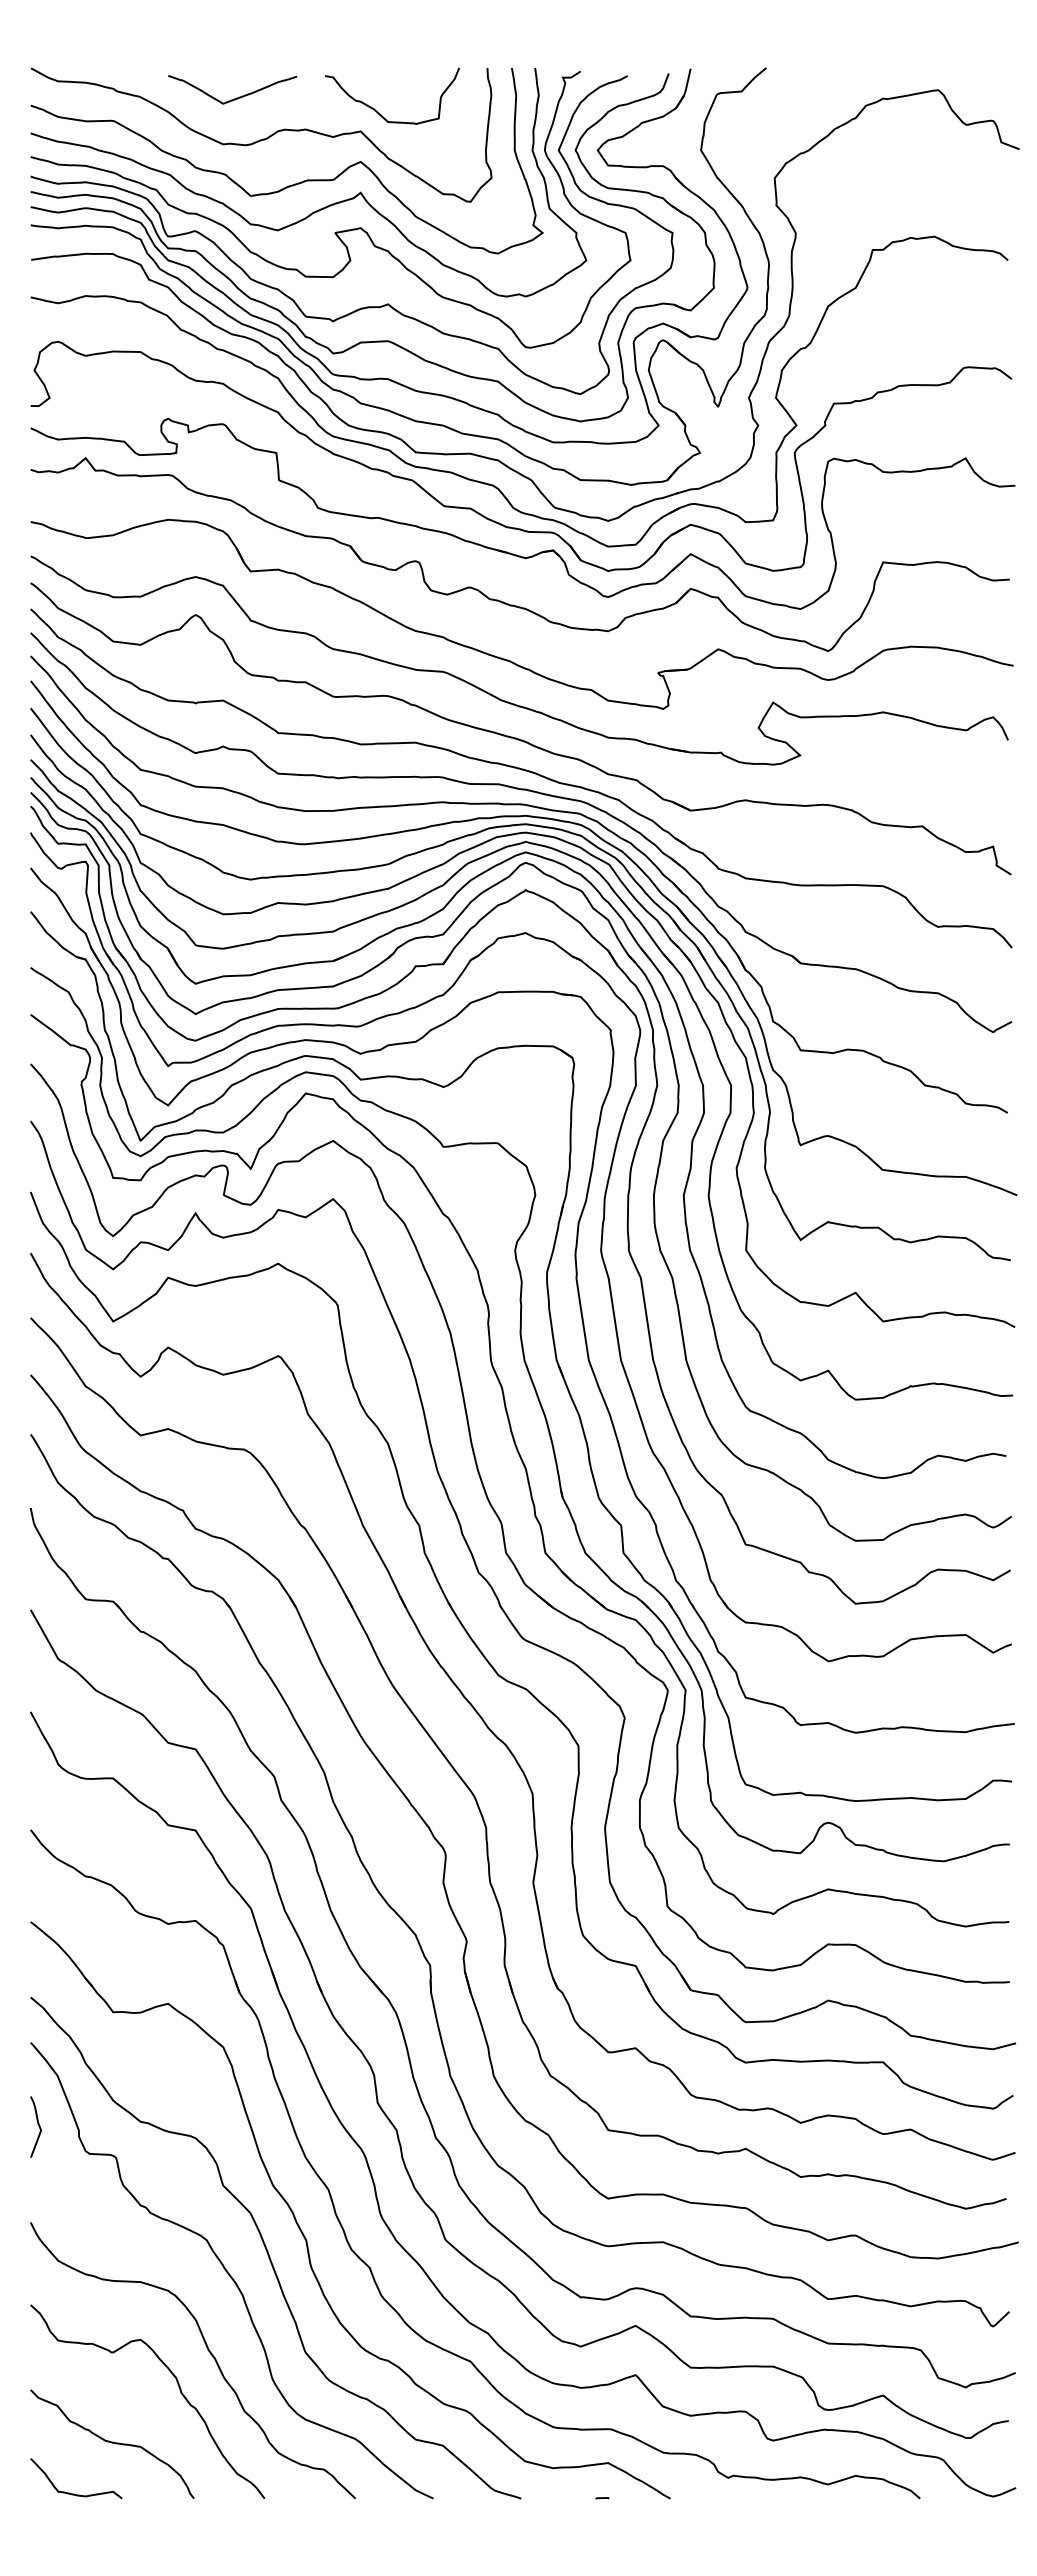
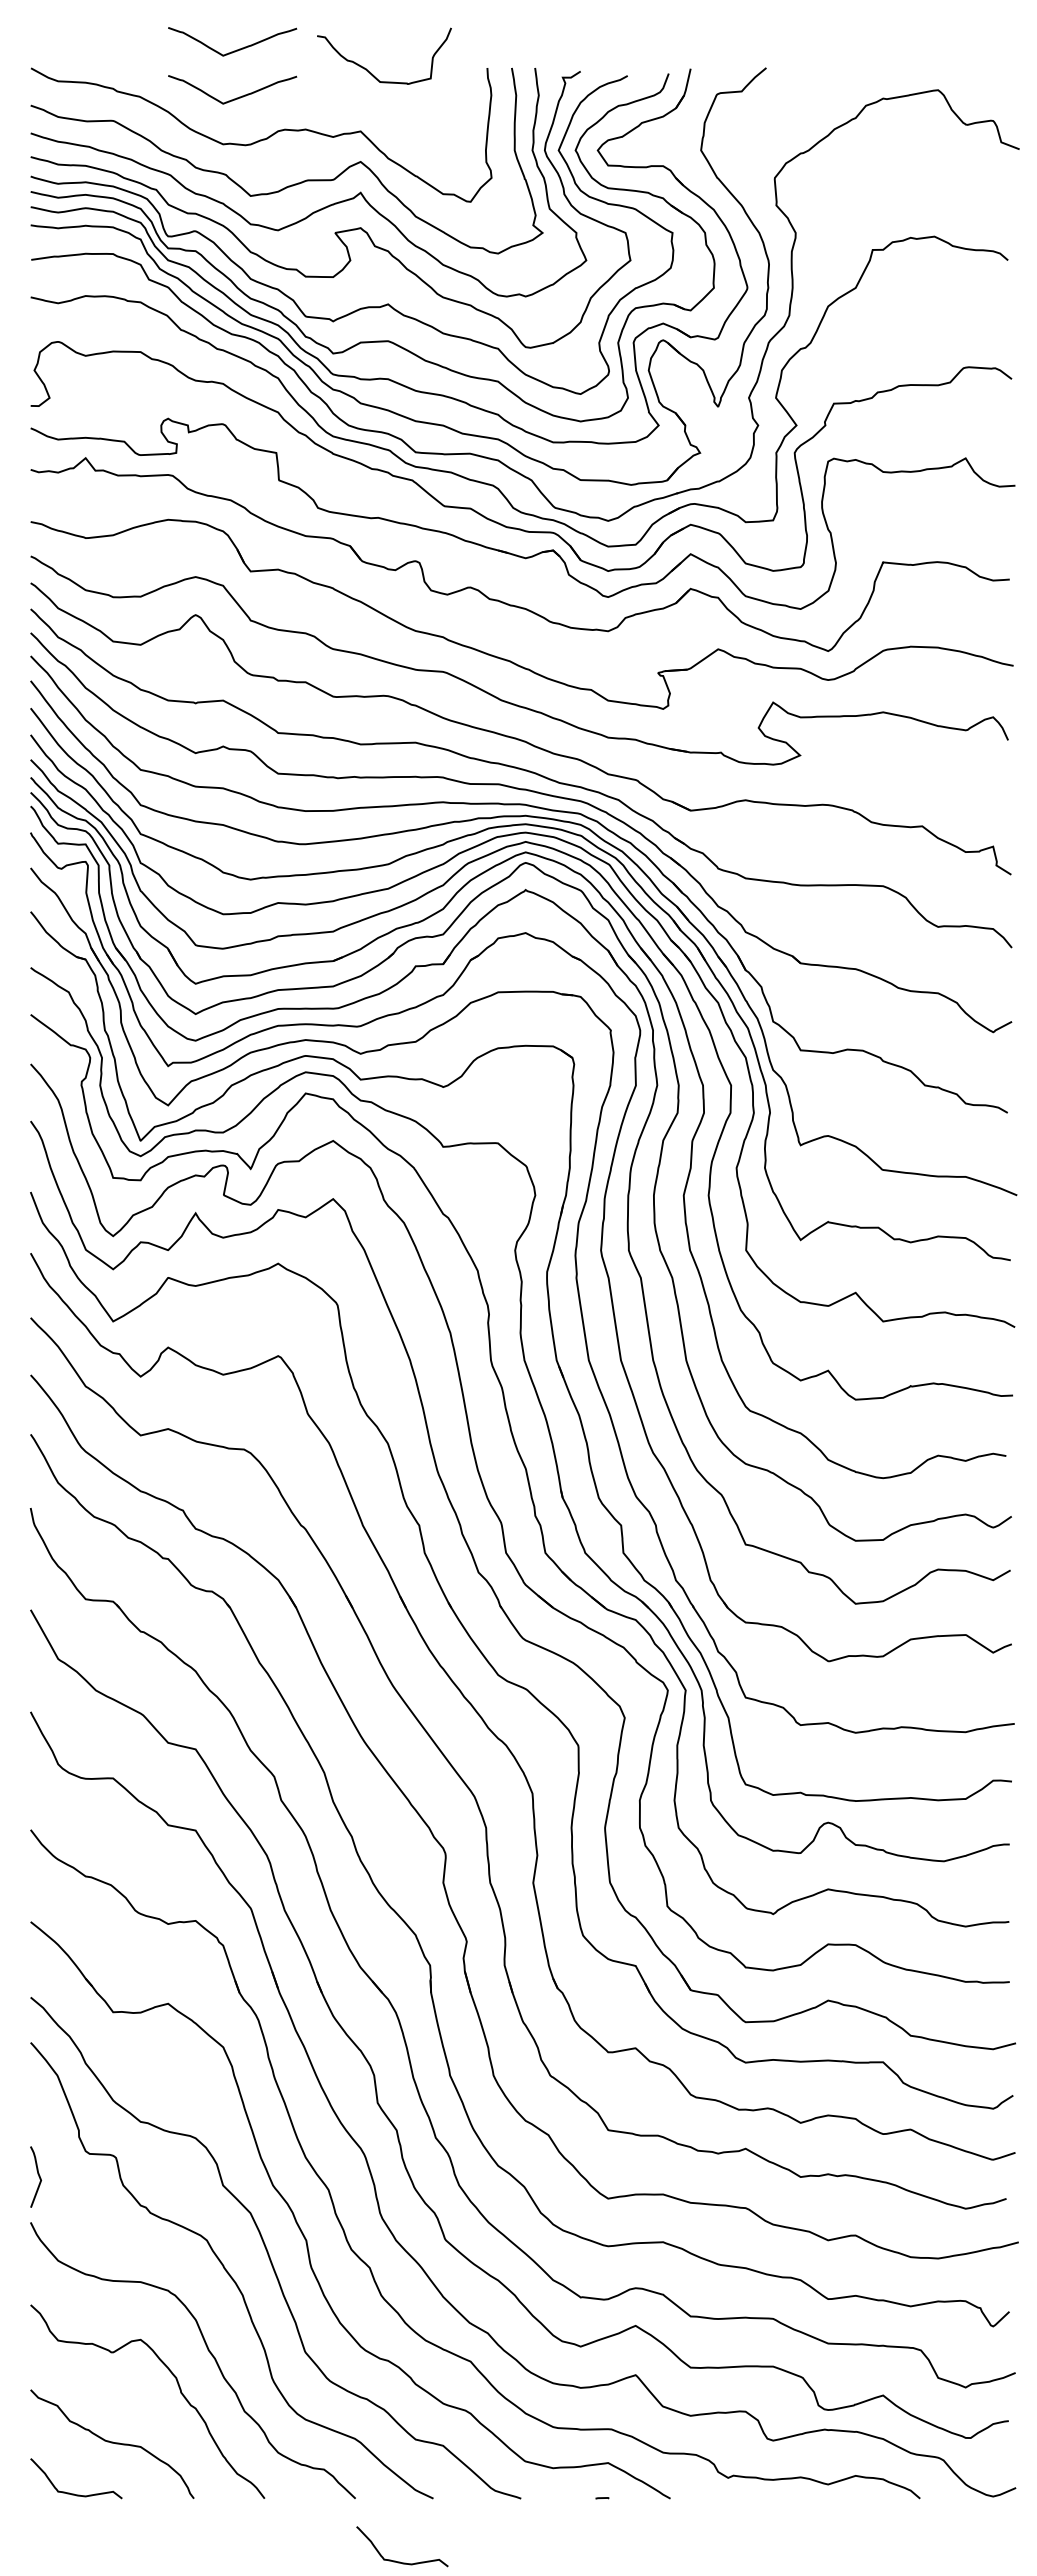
curve at (236, 49): none -> present
curve at (379, 112) position: (379, 112) -> (371, 72)
curve at (37, 2124) position: (37, 2124) -> (37, 2174)
curve at (400, 2561): none -> present
